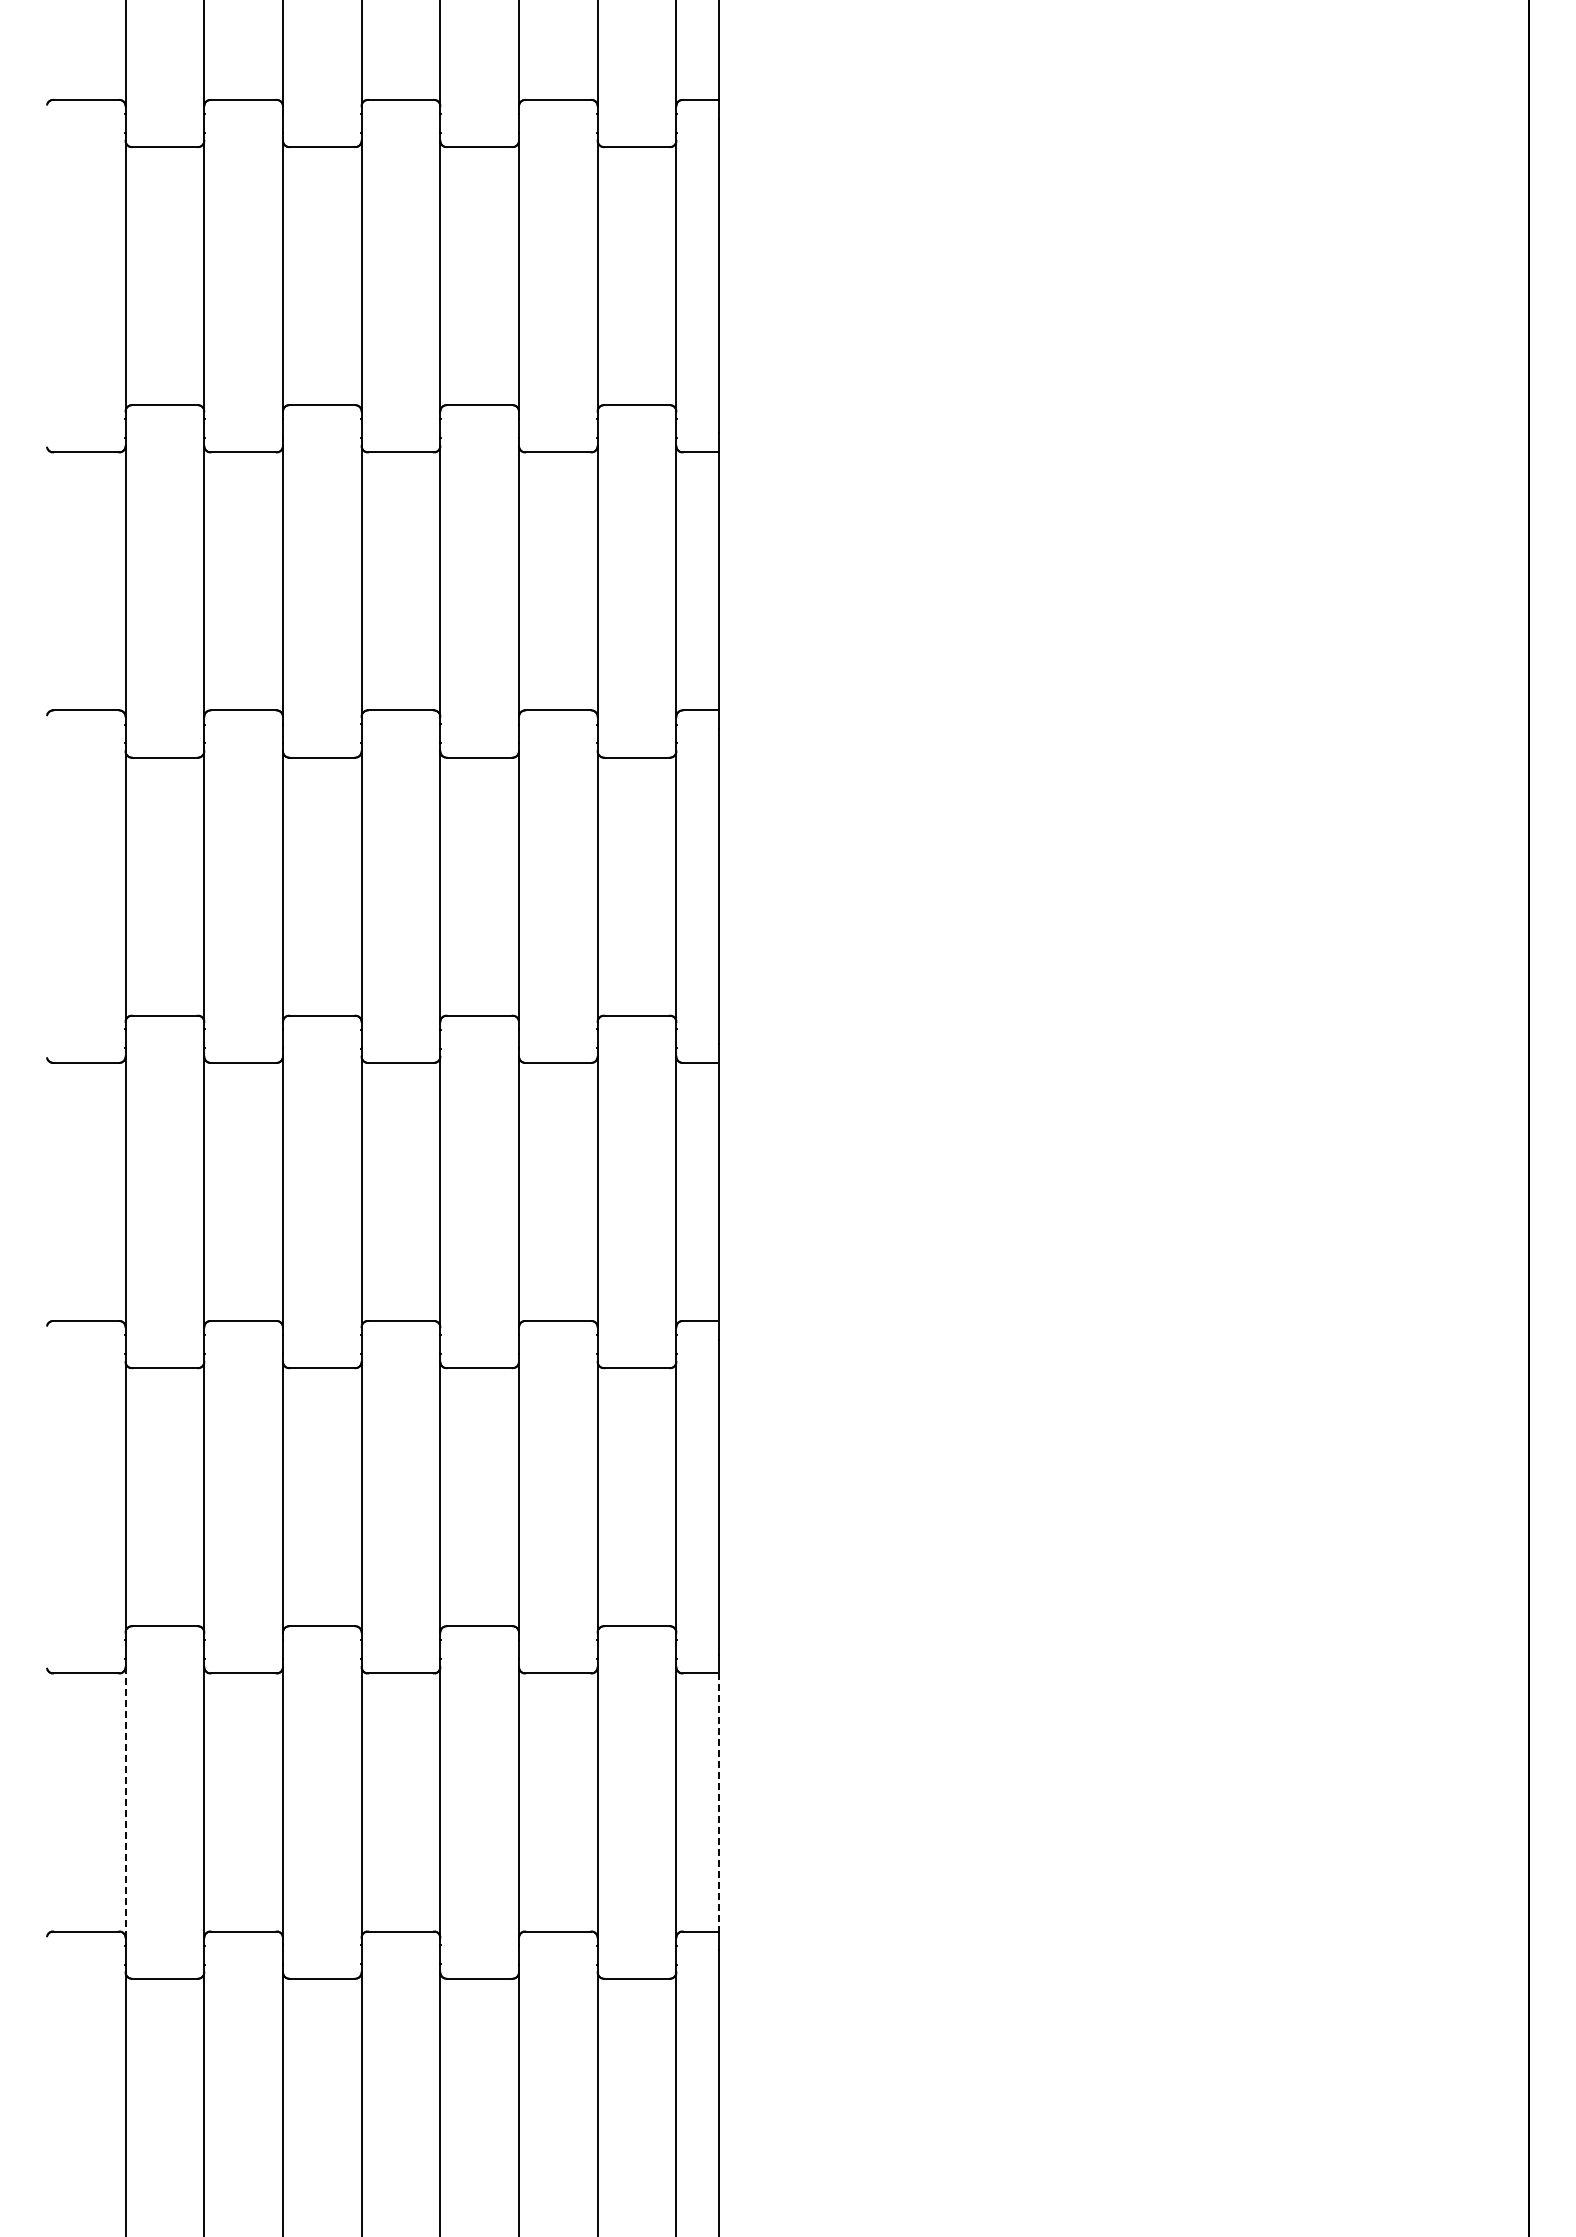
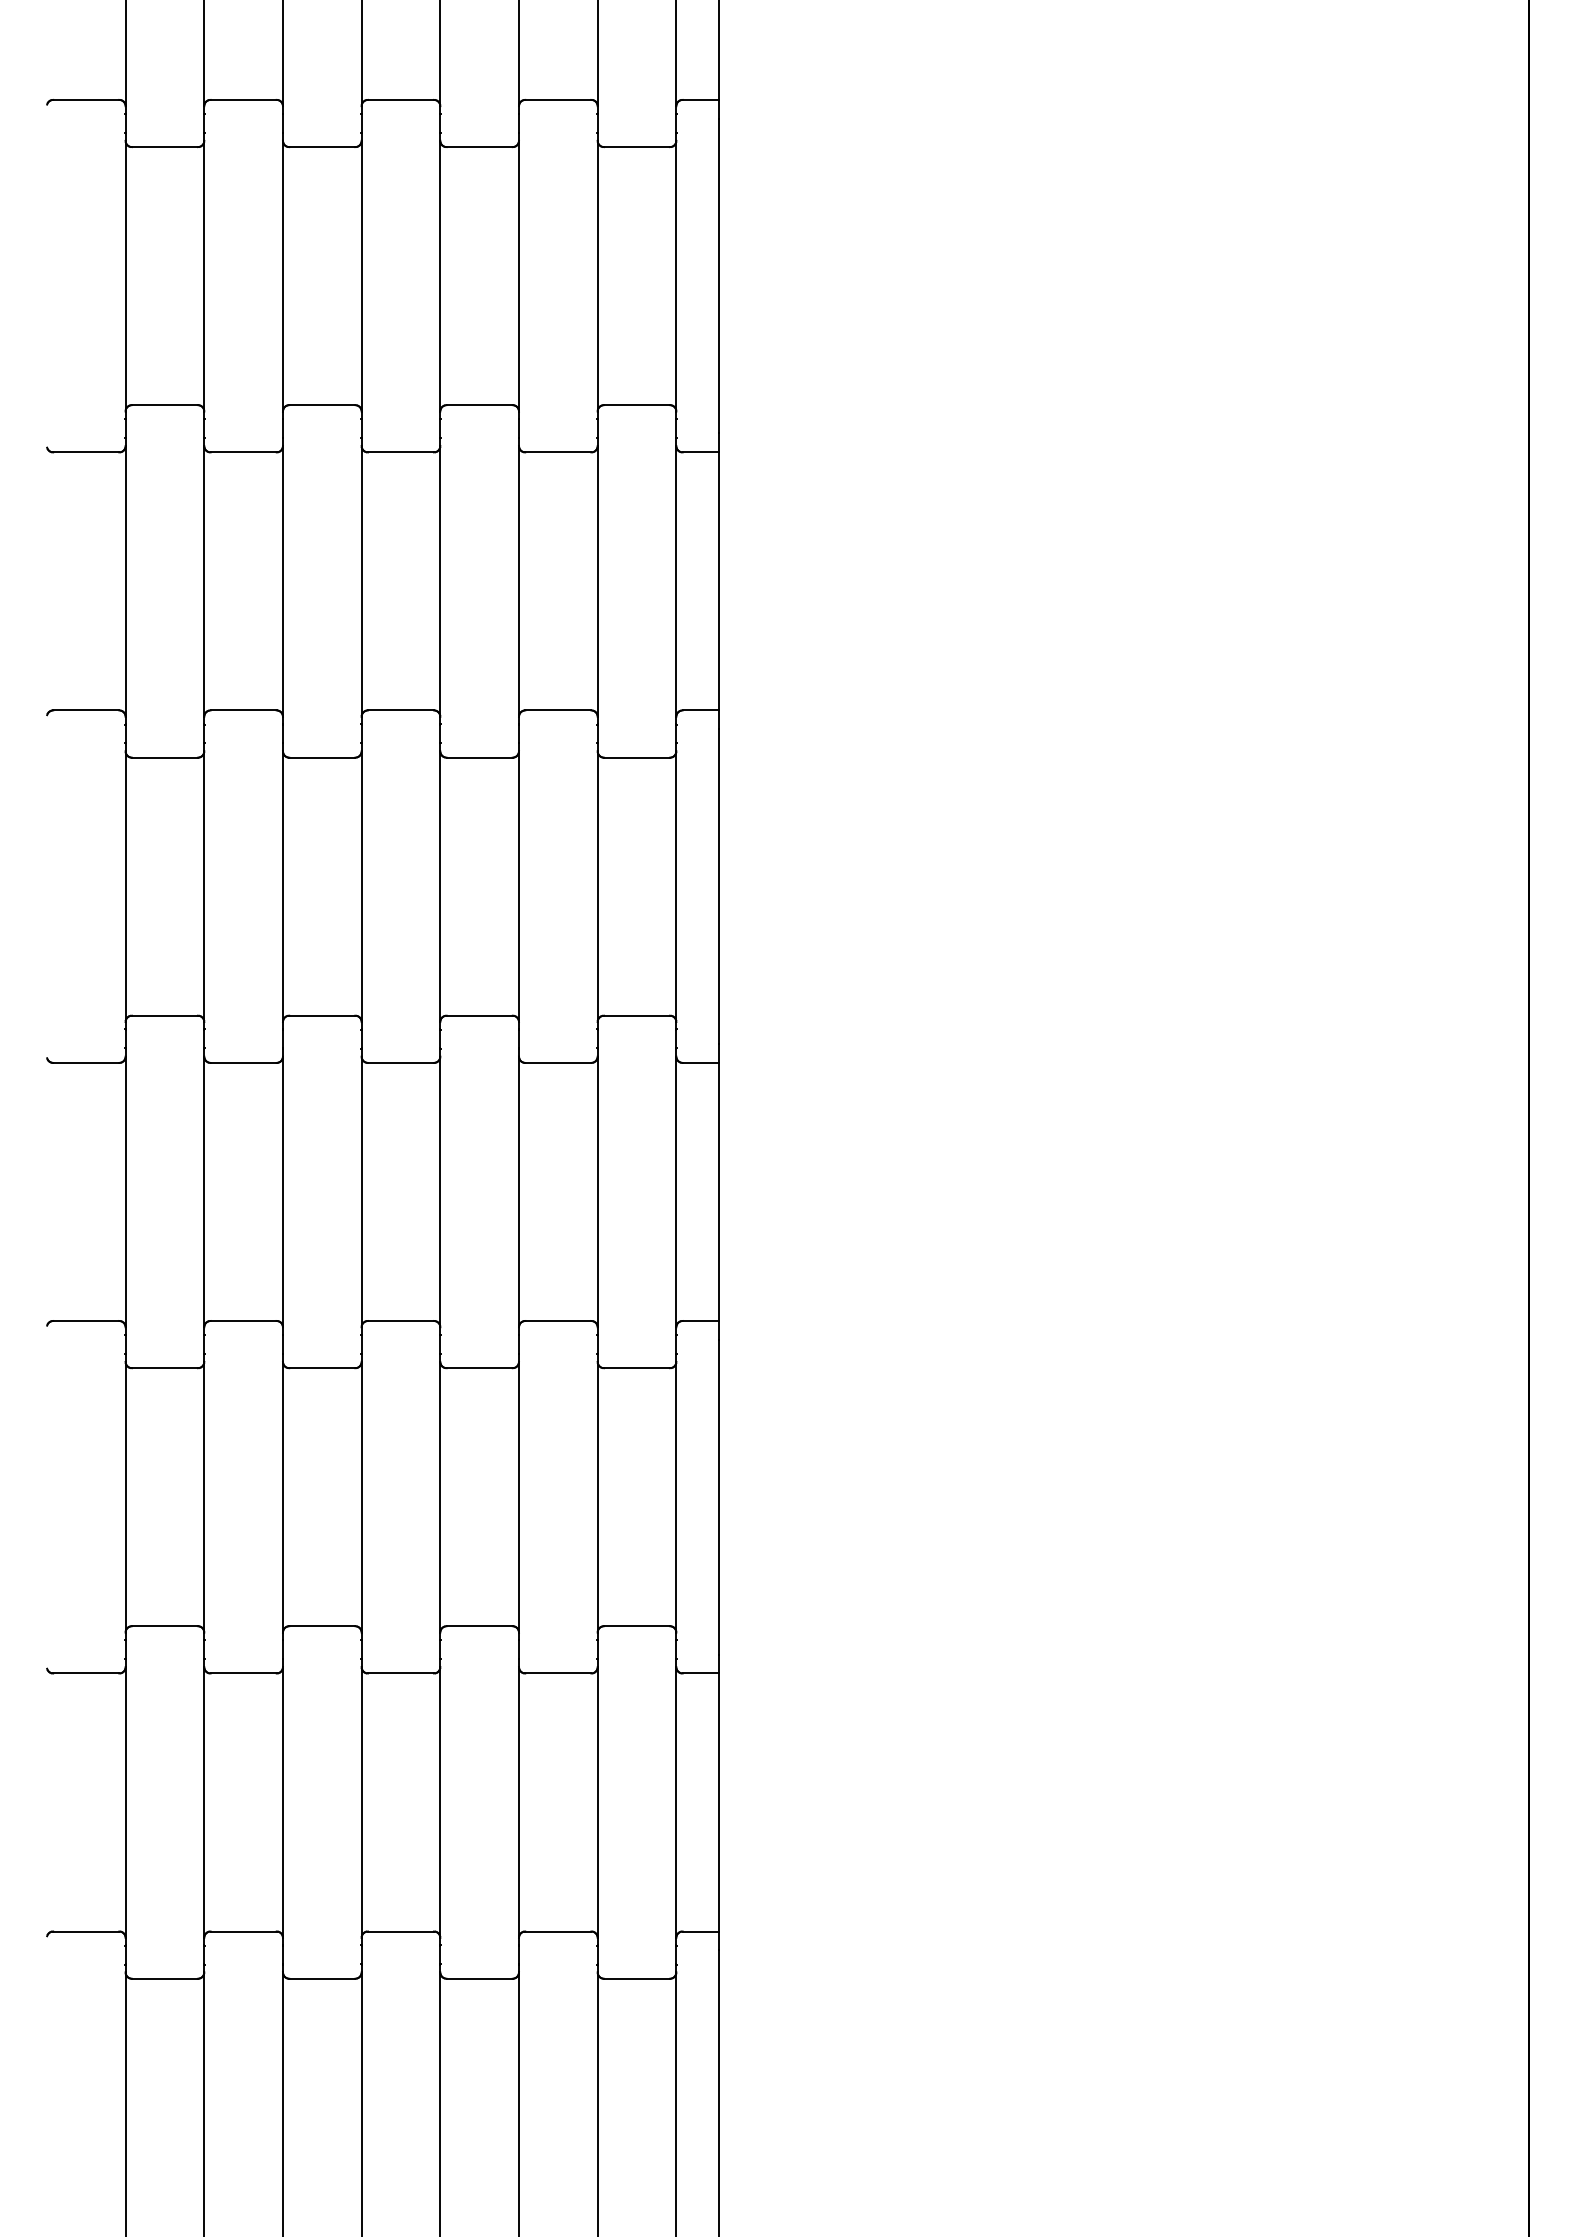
line at (125, 1801): dashed -> solid
line at (718, 1802): dashed -> solid
